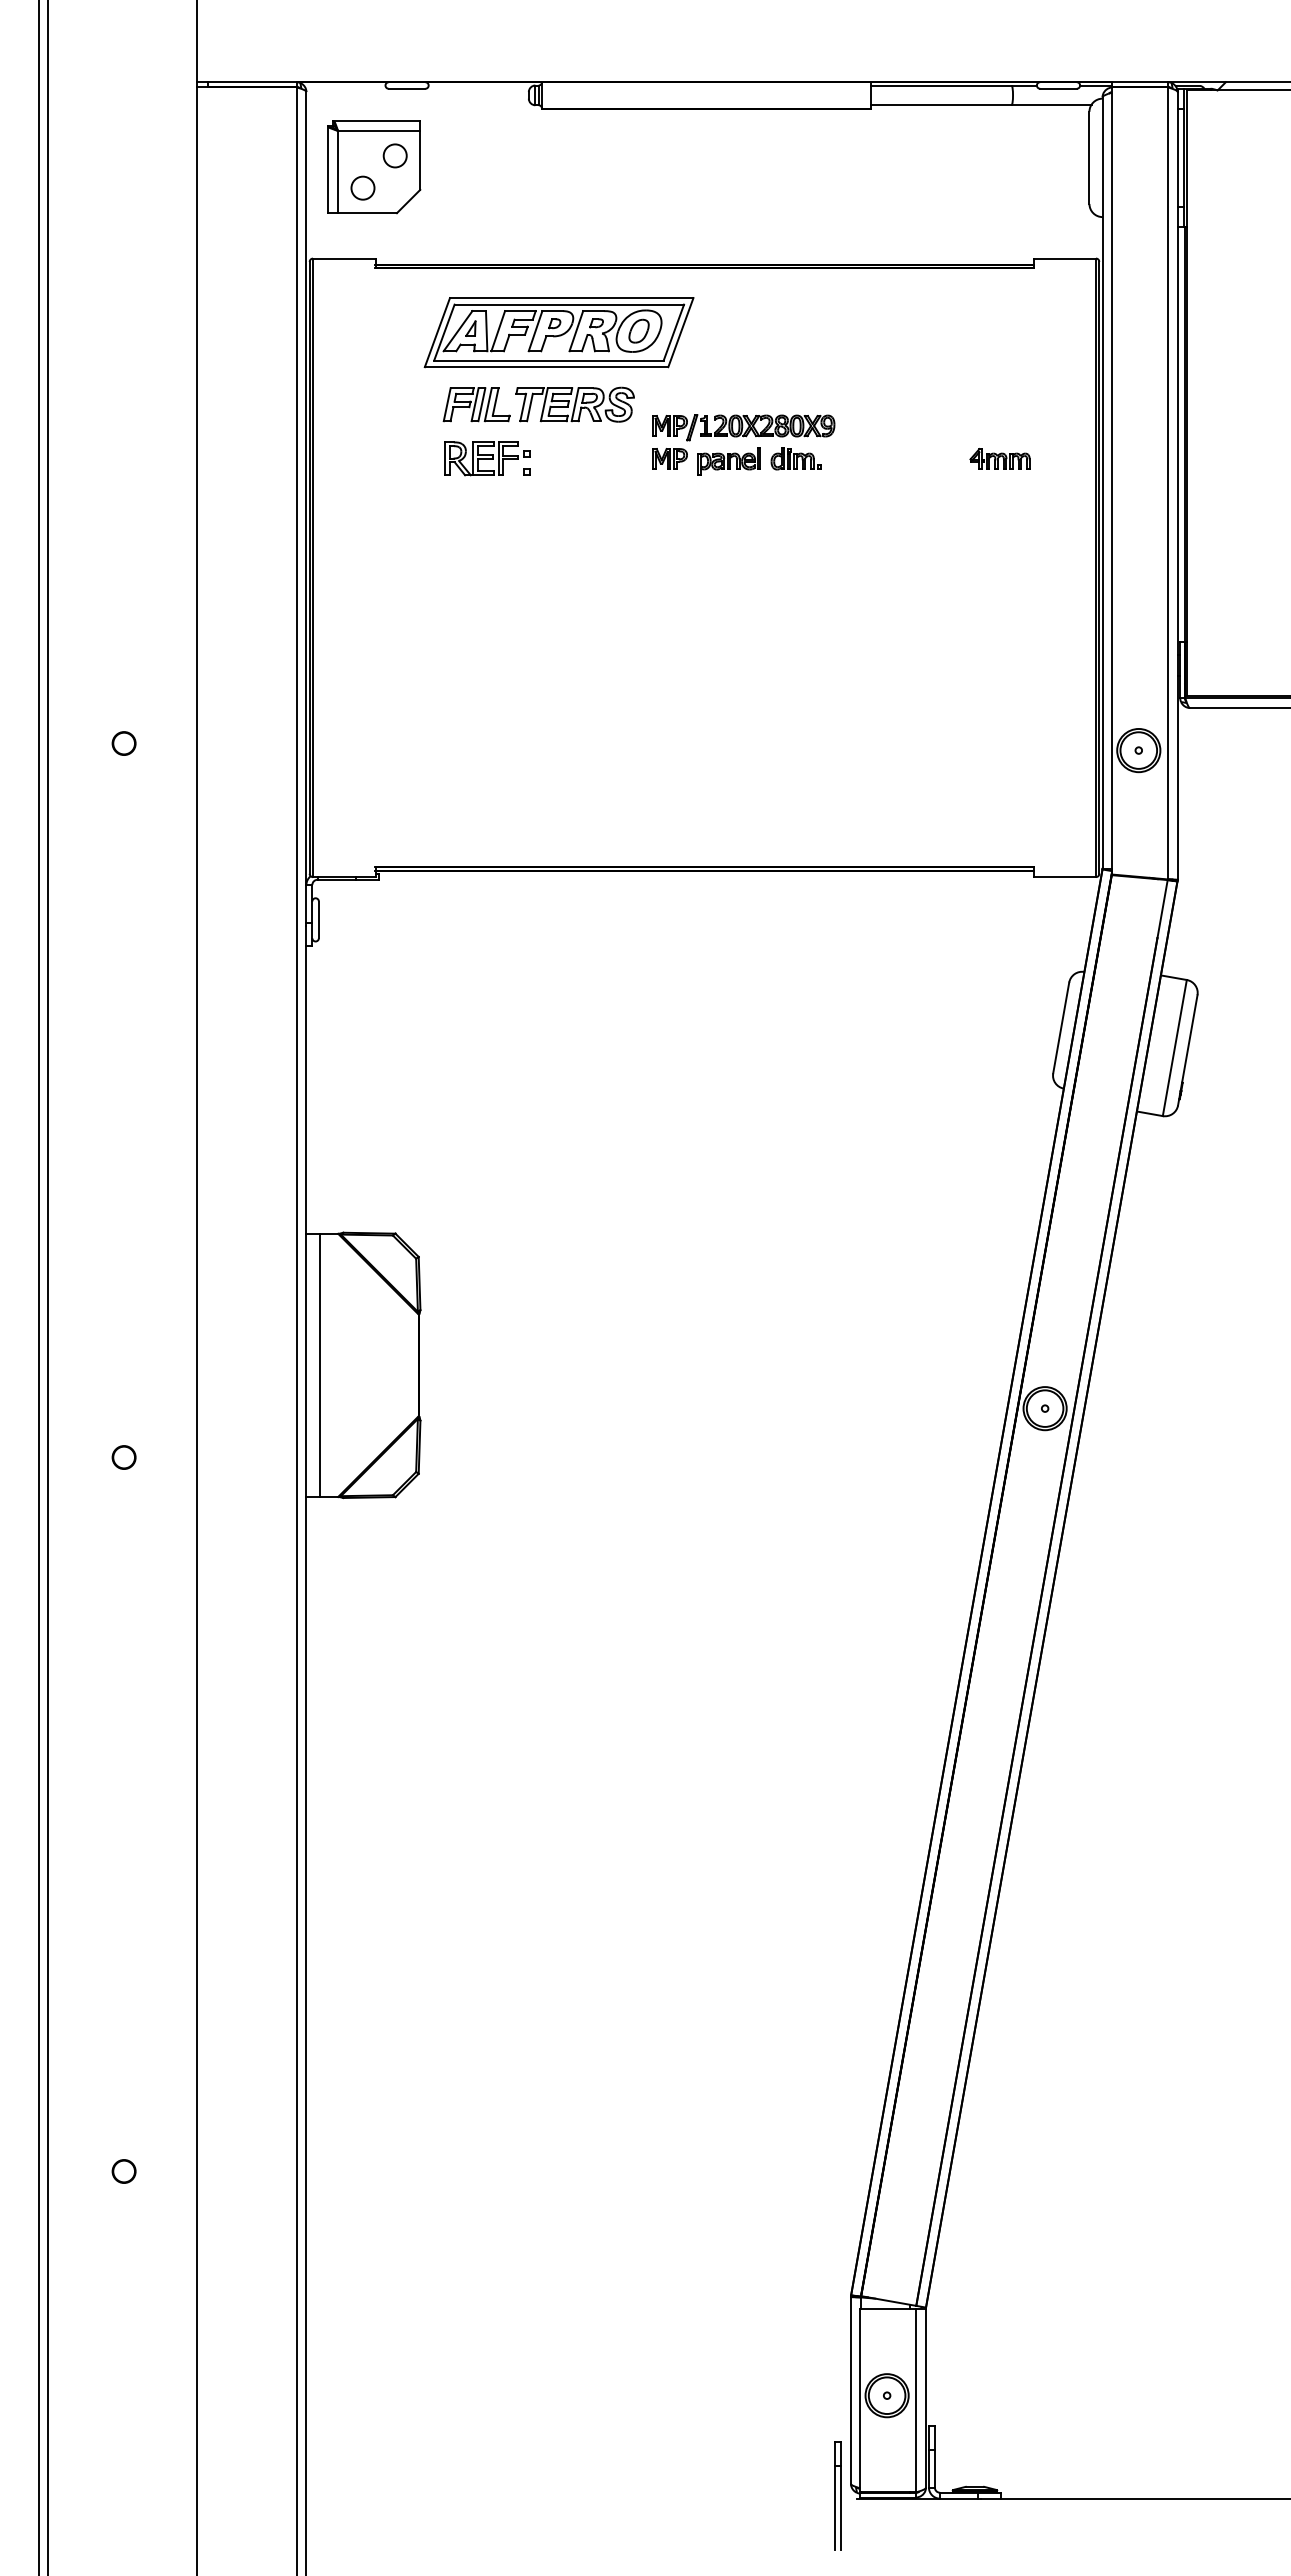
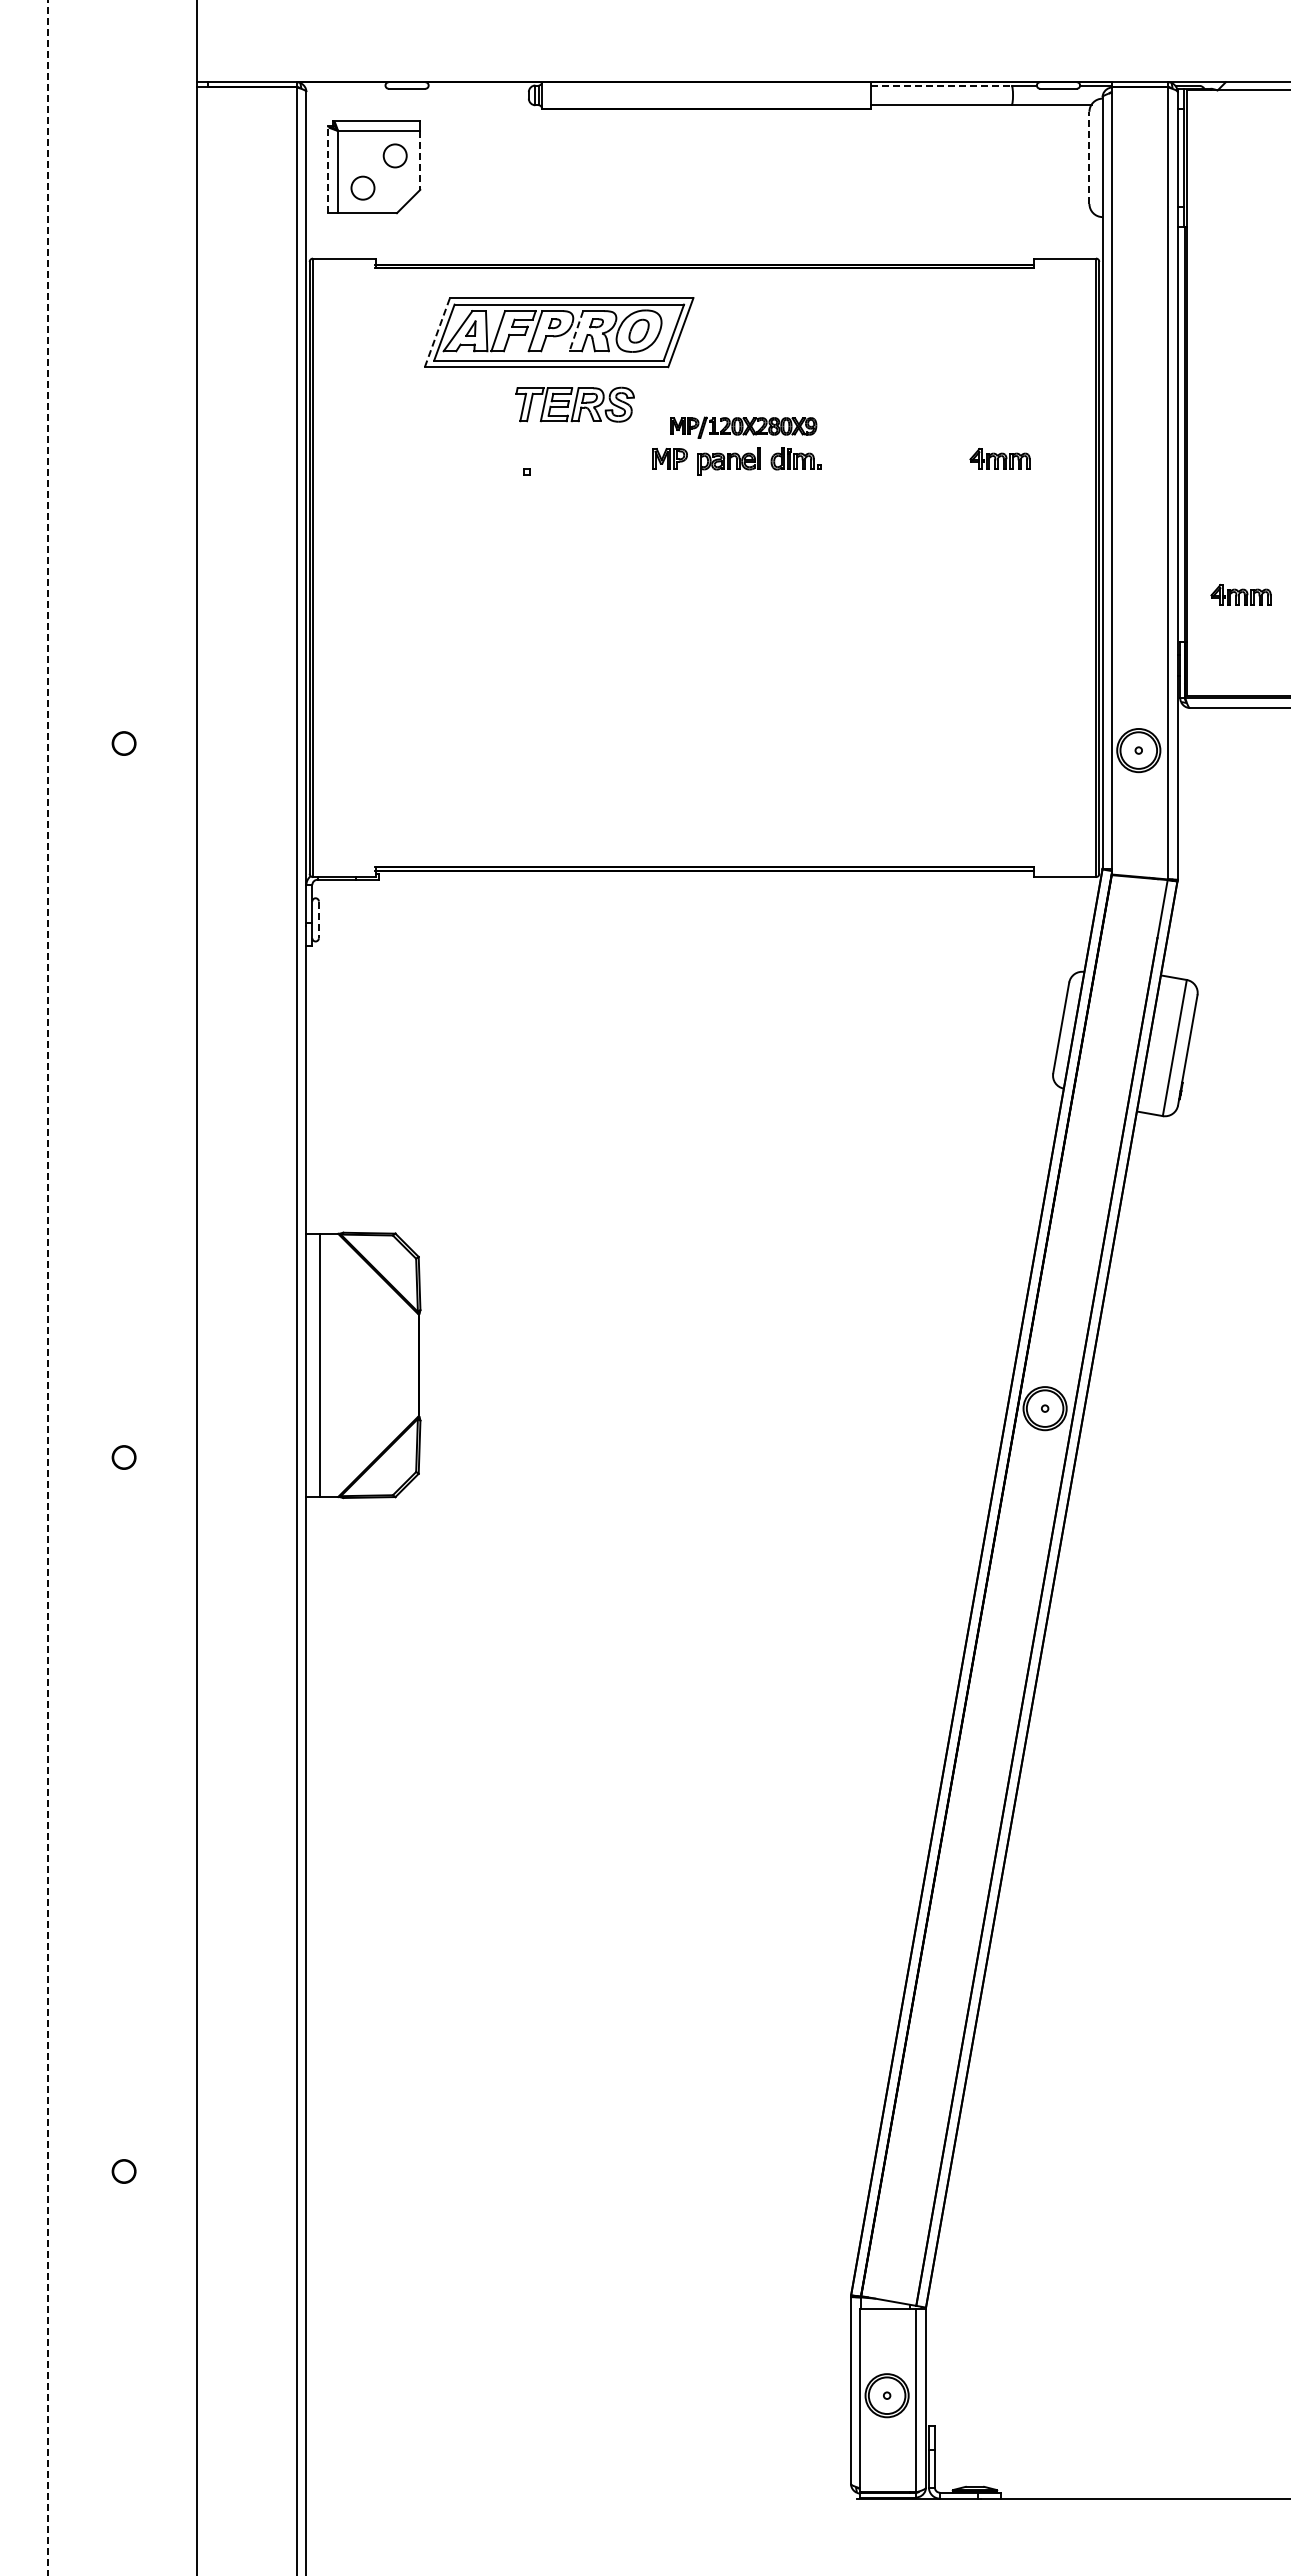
line at (941, 86): solid -> dashed
line at (1089, 157): solid -> dashed
line at (420, 160): solid -> dashed
line at (328, 169): solid -> dashed
line at (576, 331): solid -> dashed
line at (437, 332): solid -> dashed
part at (476, 404): present -> none
part at (743, 427) size: 184x28 px -> 148x23 px
part at (487, 458): present -> none
part at (1240, 594): none -> present
line at (318, 920): solid -> dashed
line at (38, 1287): present -> none
line at (48, 1288): solid -> dashed
part at (837, 2495): present -> none
